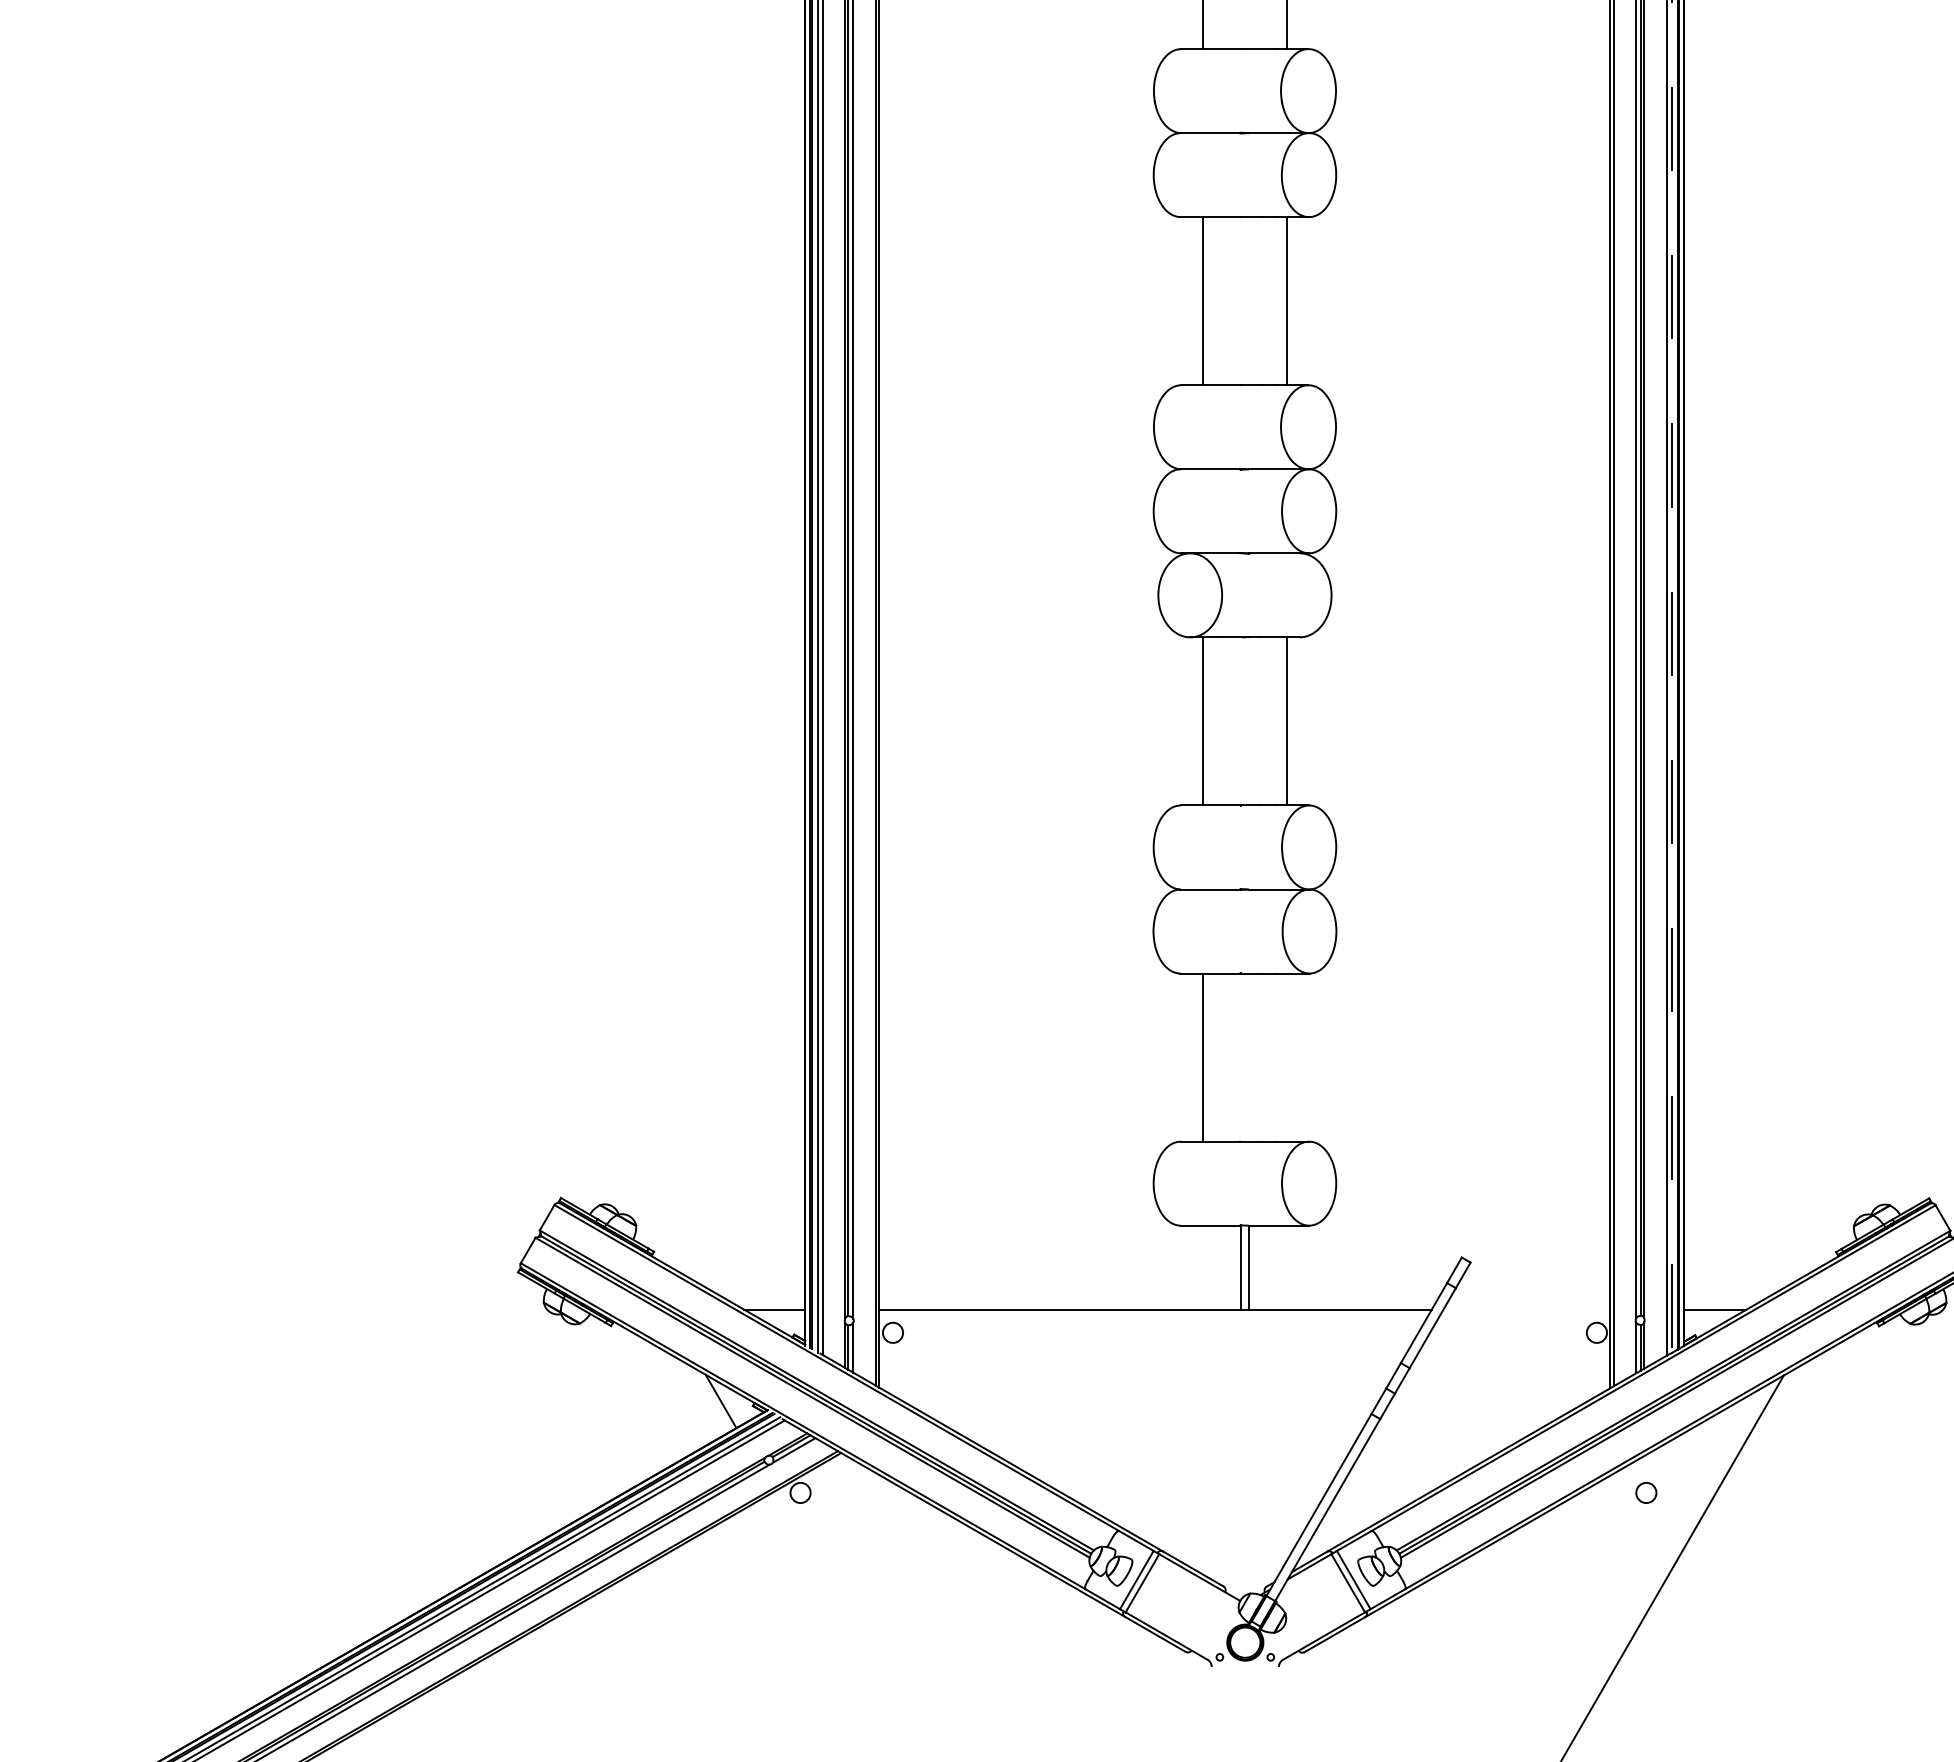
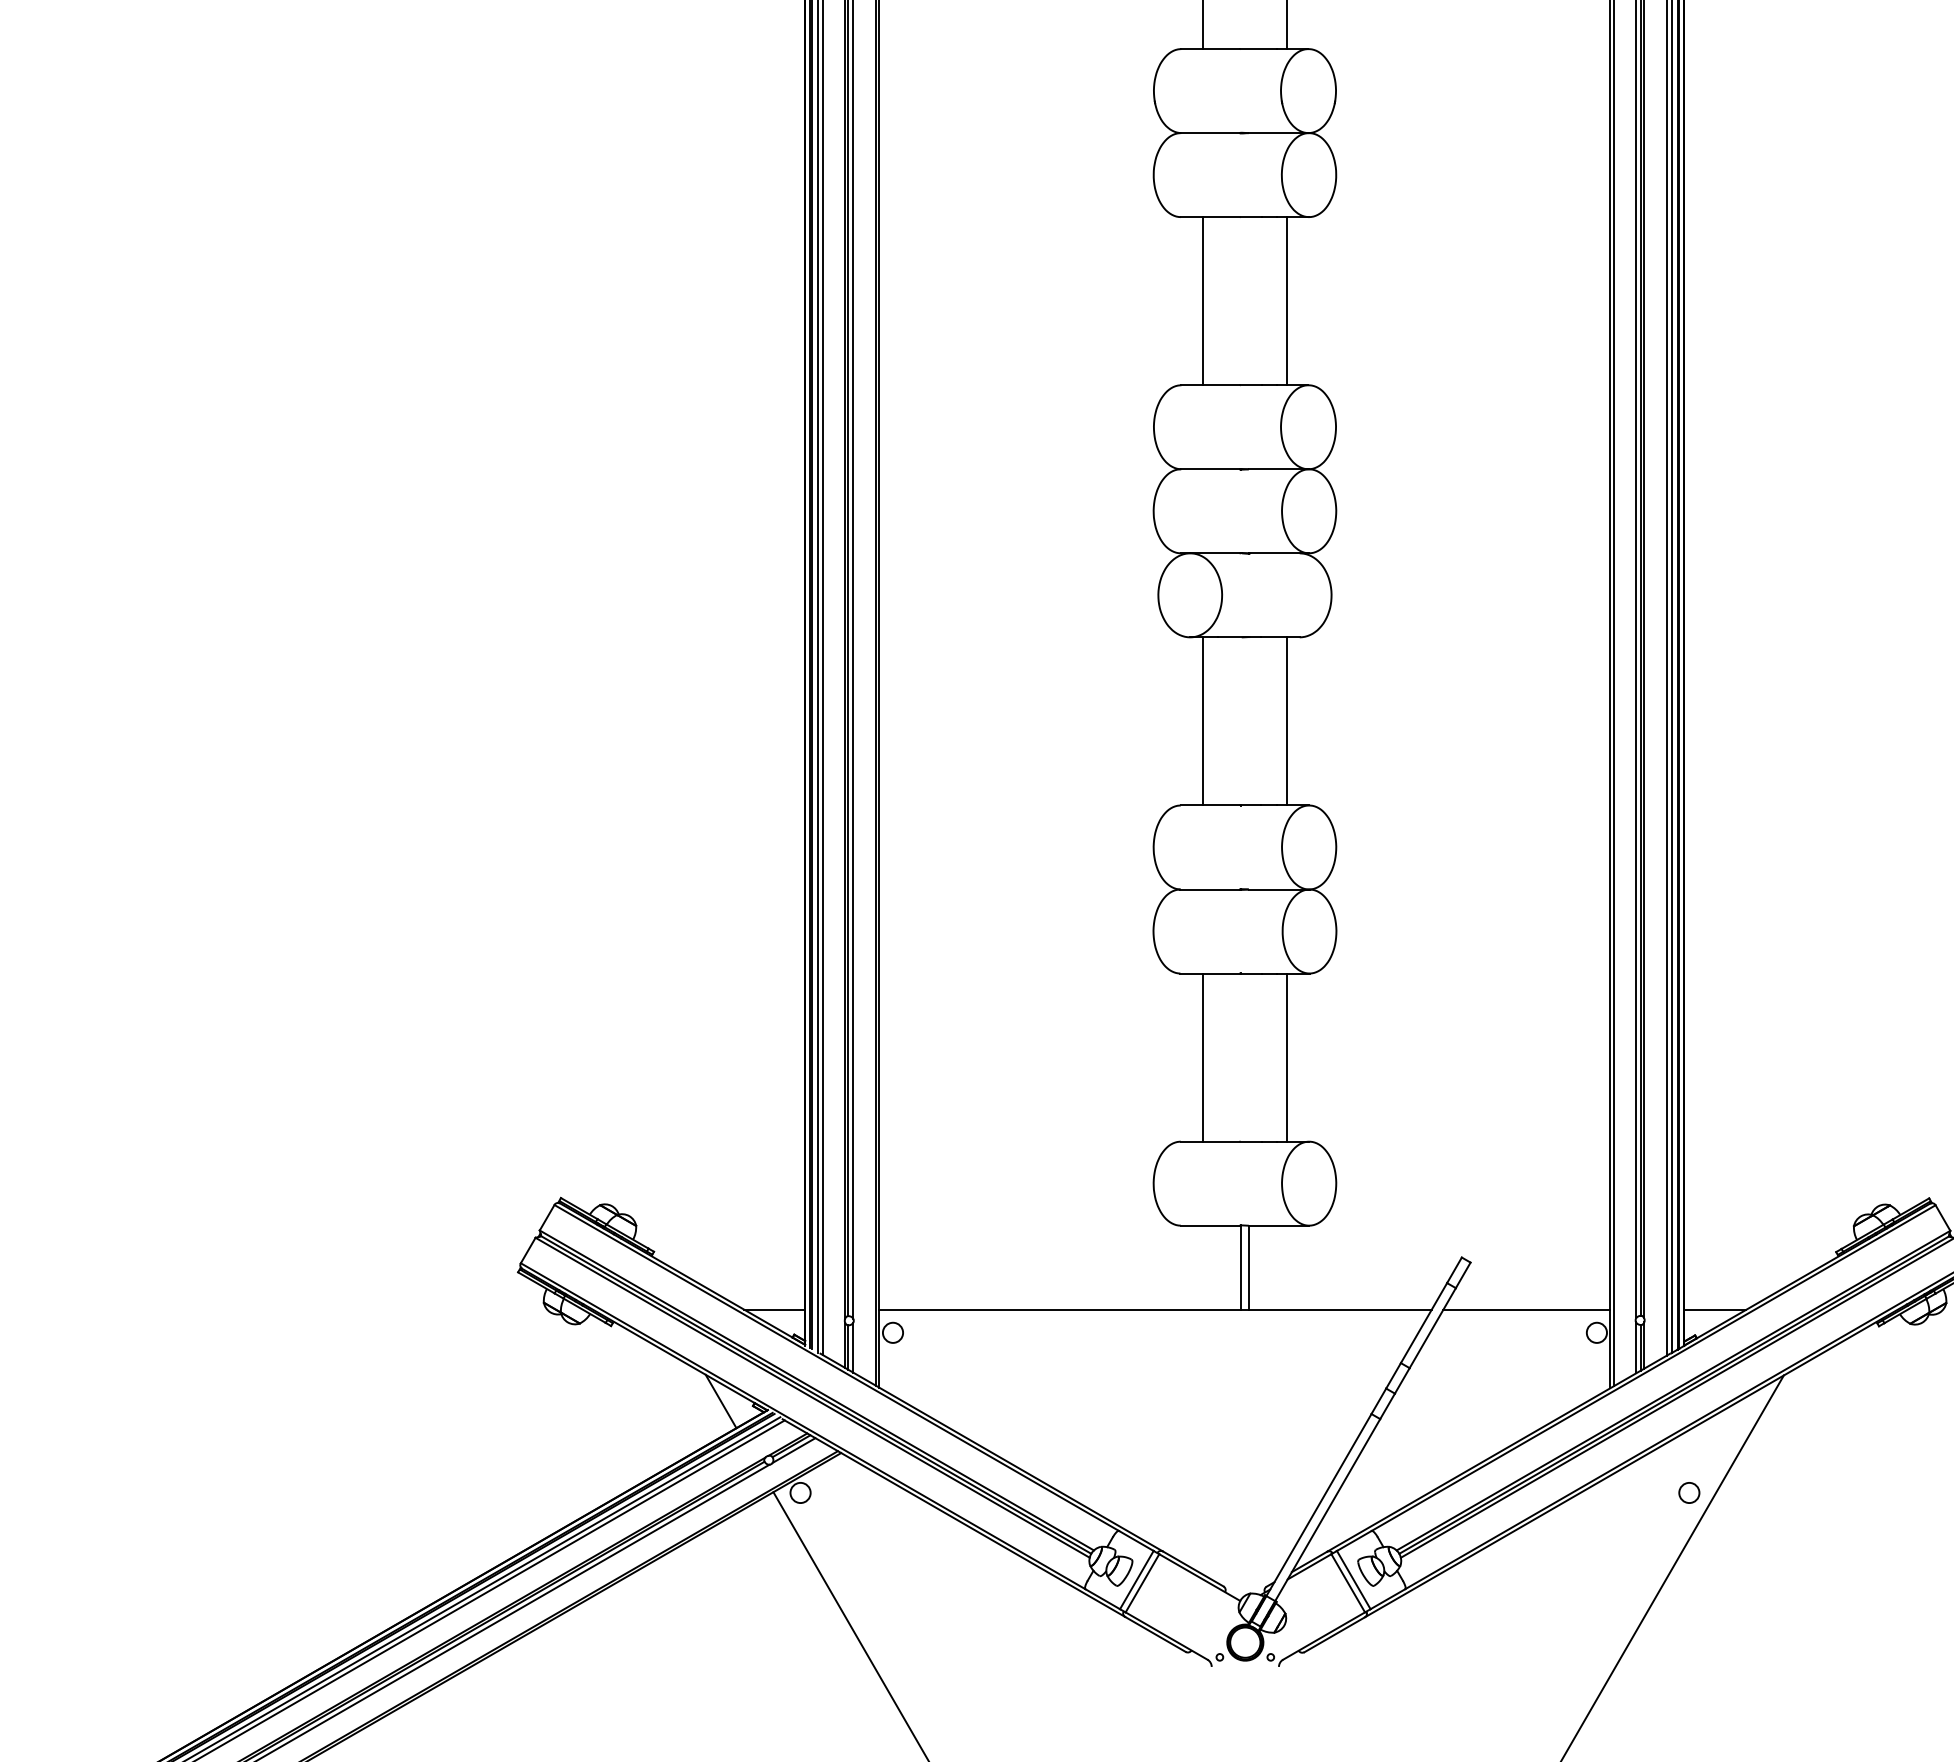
line at (1671, 677): dashed -> solid
line at (1286, 1057): none -> present
line at (1526, 1309): none -> present
circle at (1646, 1492) position: (1646, 1492) -> (1689, 1492)
line at (850, 1625): none -> present
